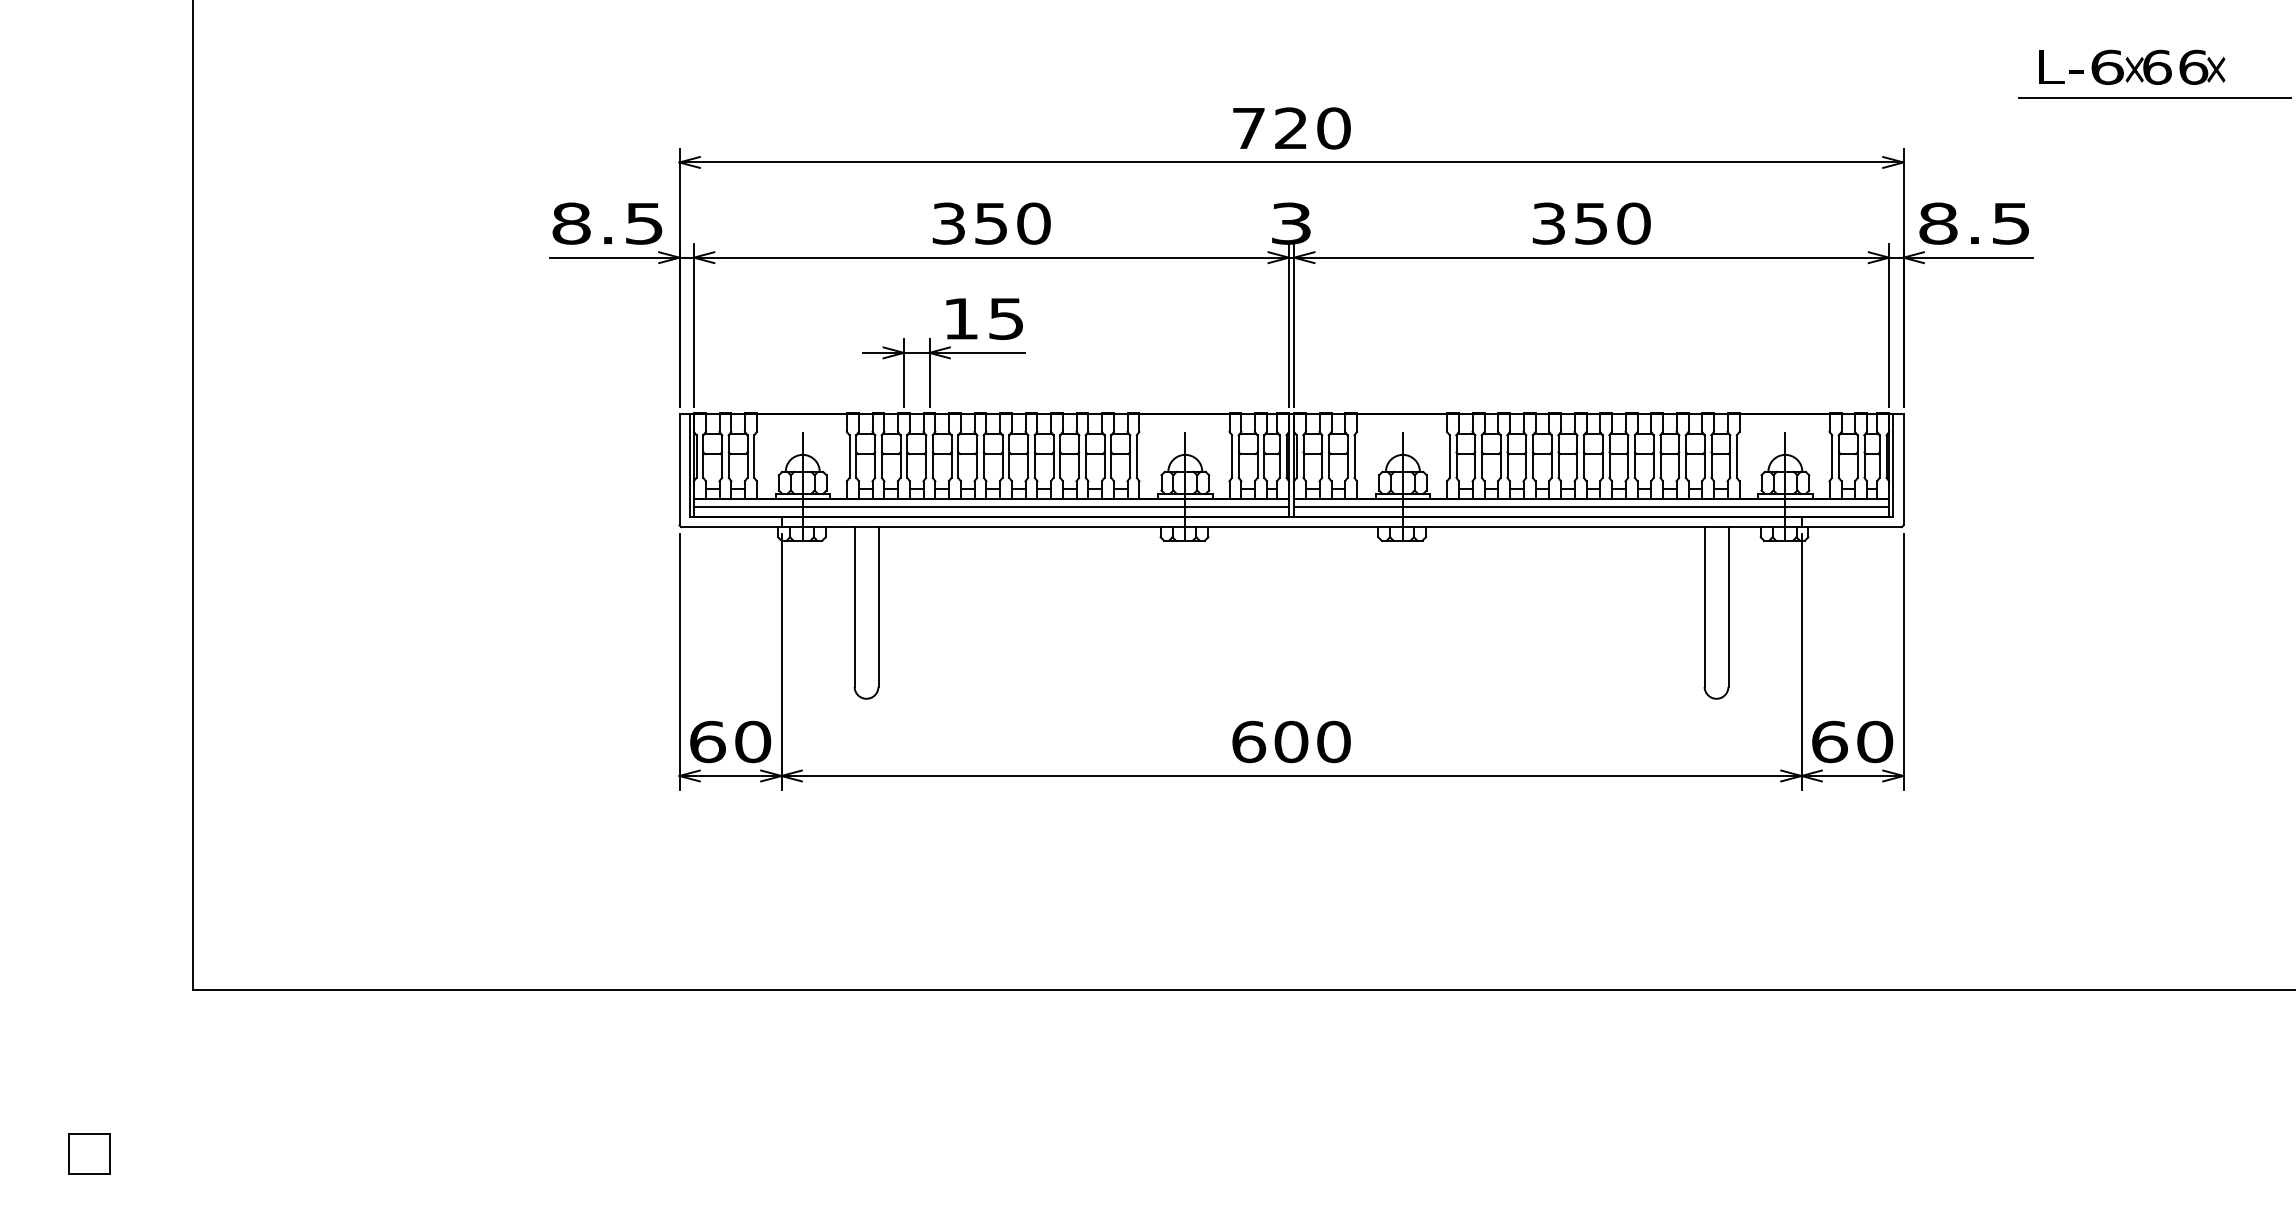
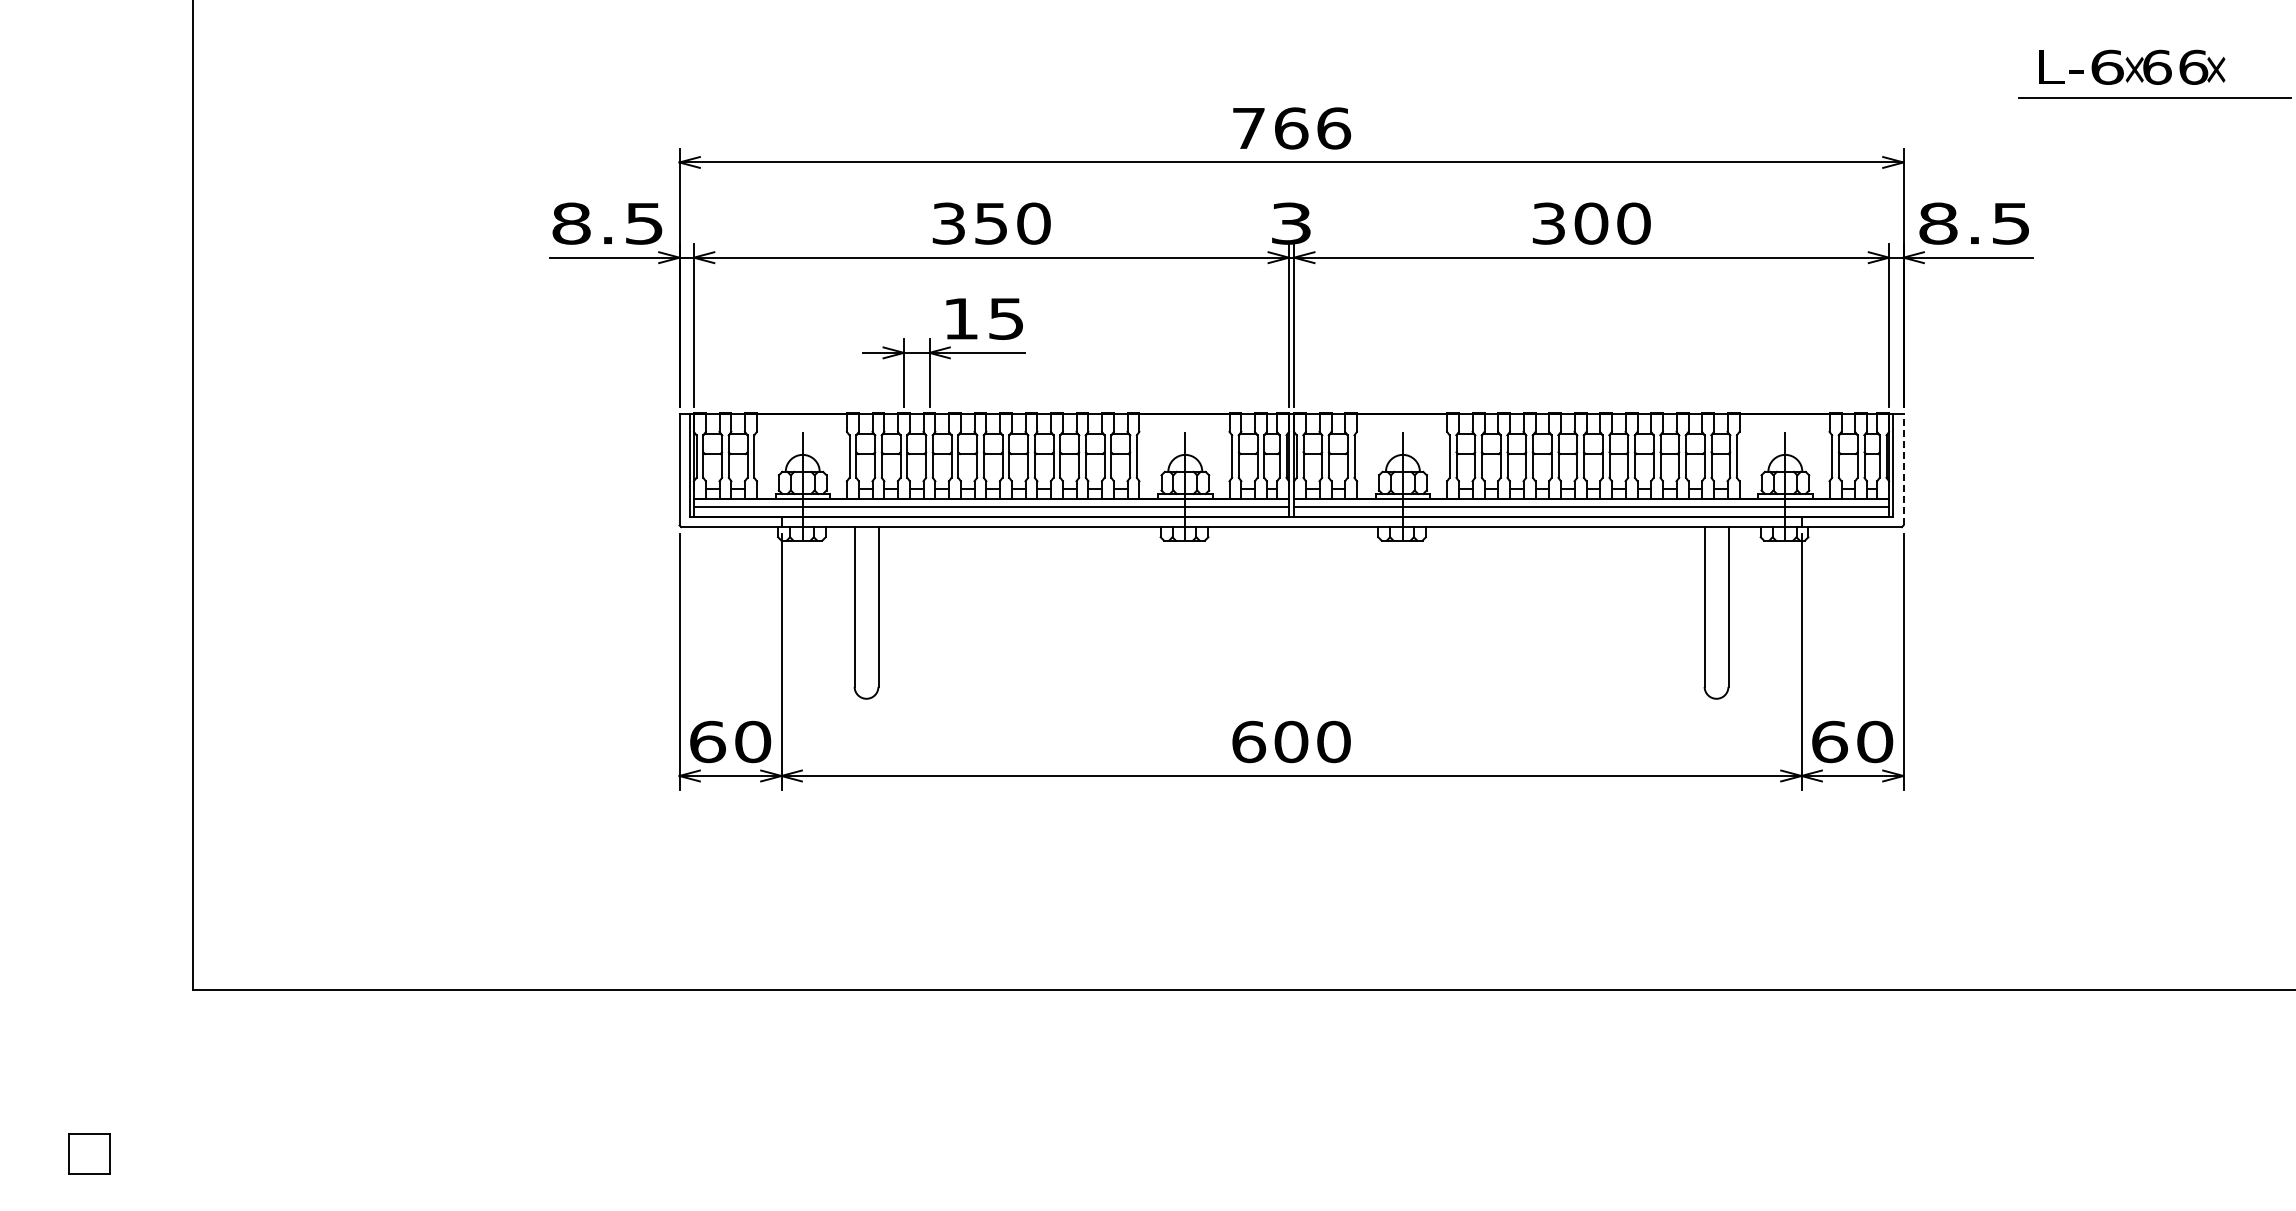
text at (1313, 128): 720 -> 766
text at (1591, 223): 350 -> 300
line at (1903, 469): solid -> dashed
